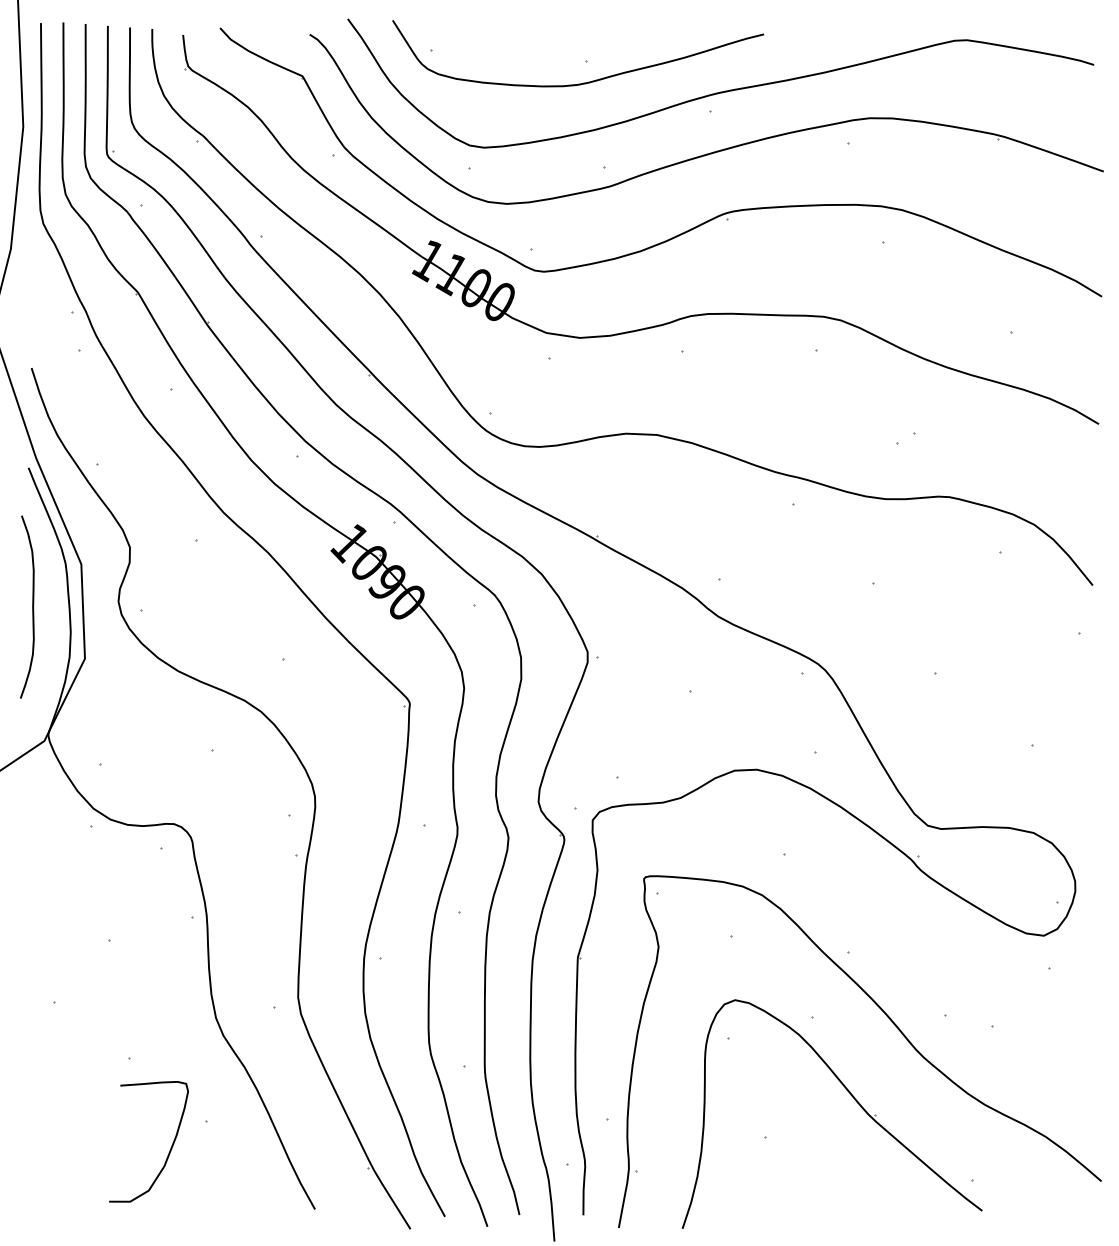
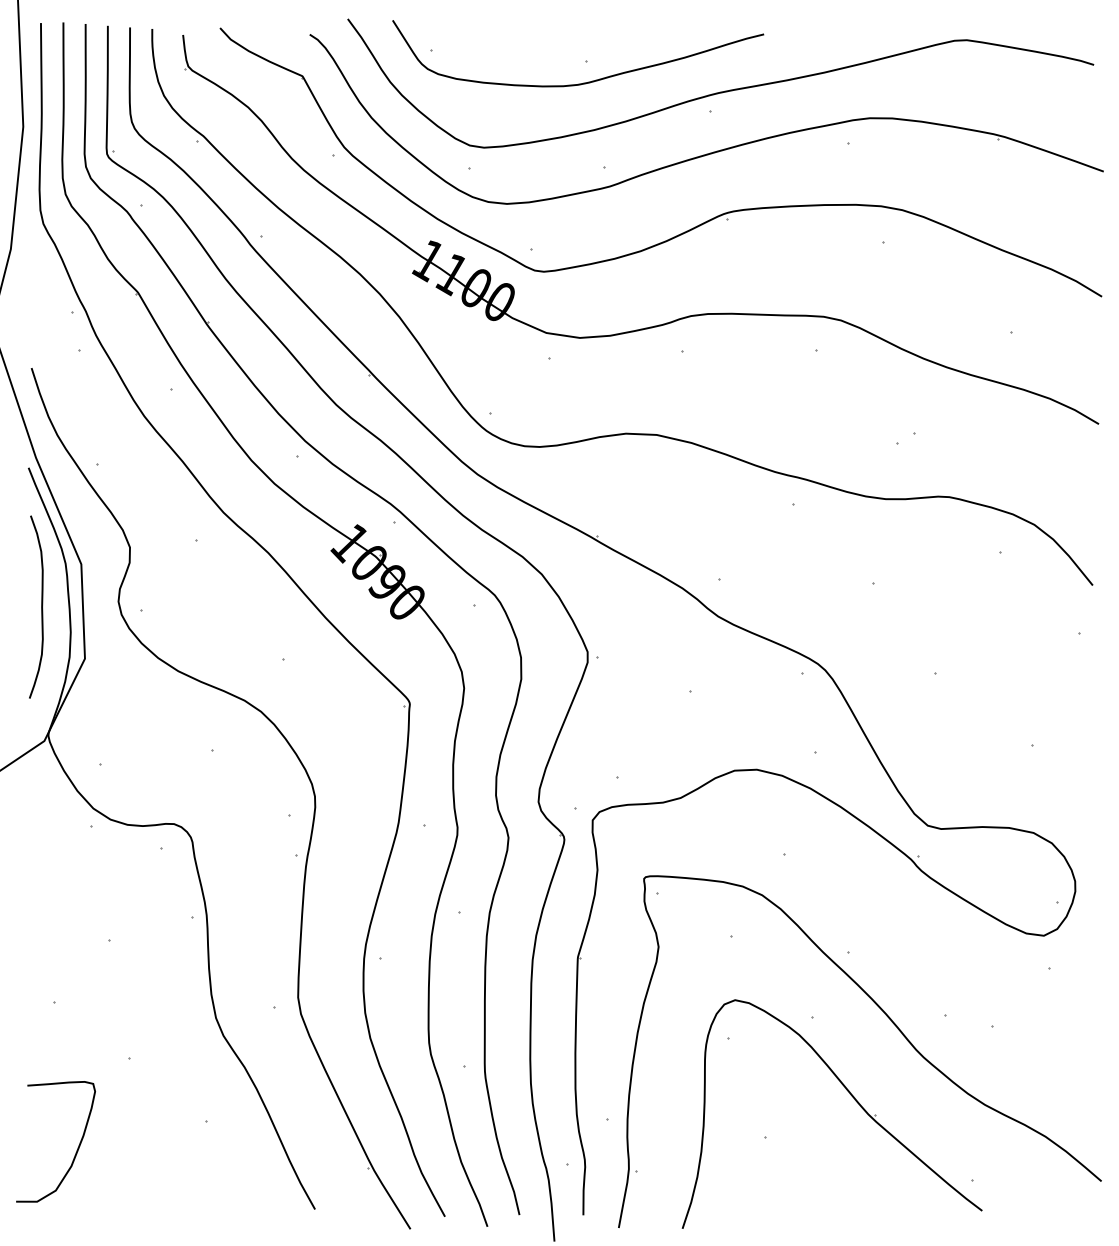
curve at (32, 606) position: (32, 606) -> (41, 606)
curve at (170, 1147) position: (170, 1147) -> (77, 1147)
